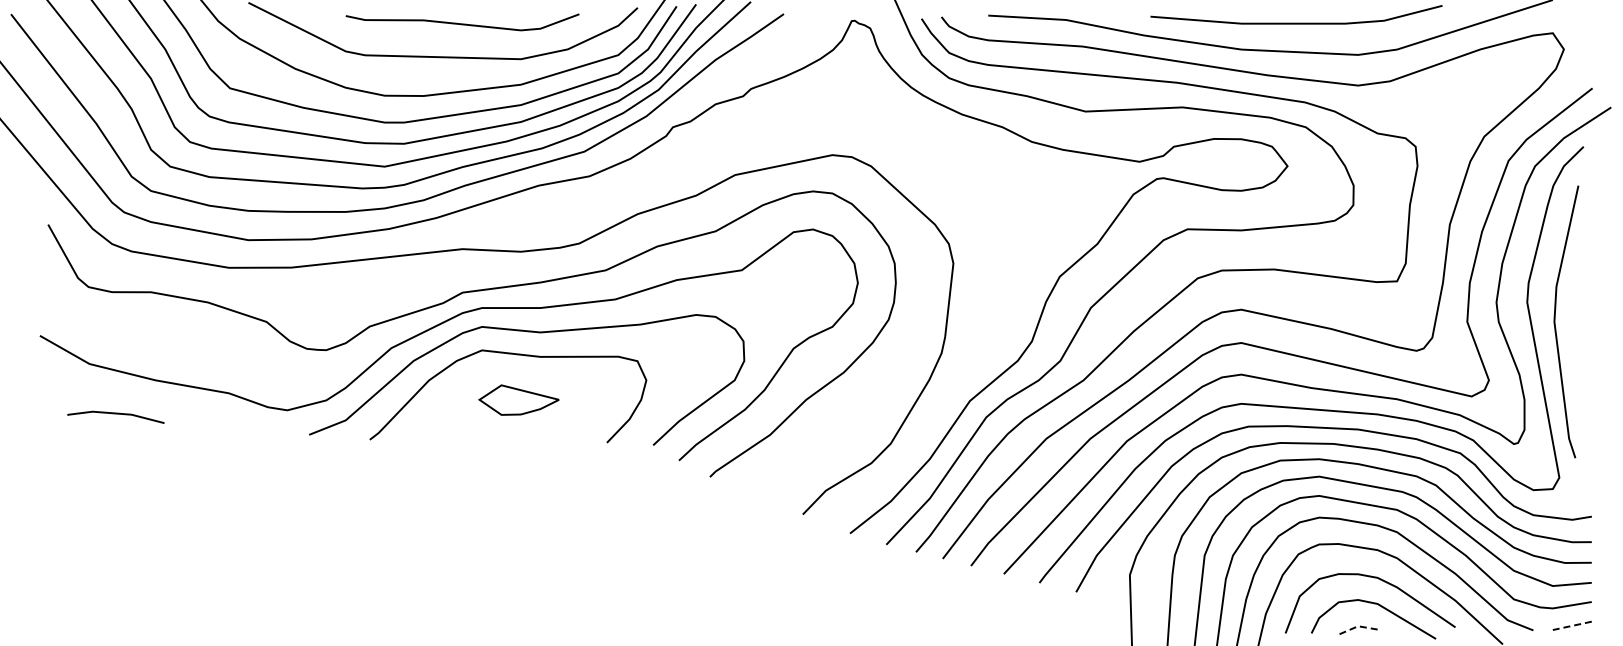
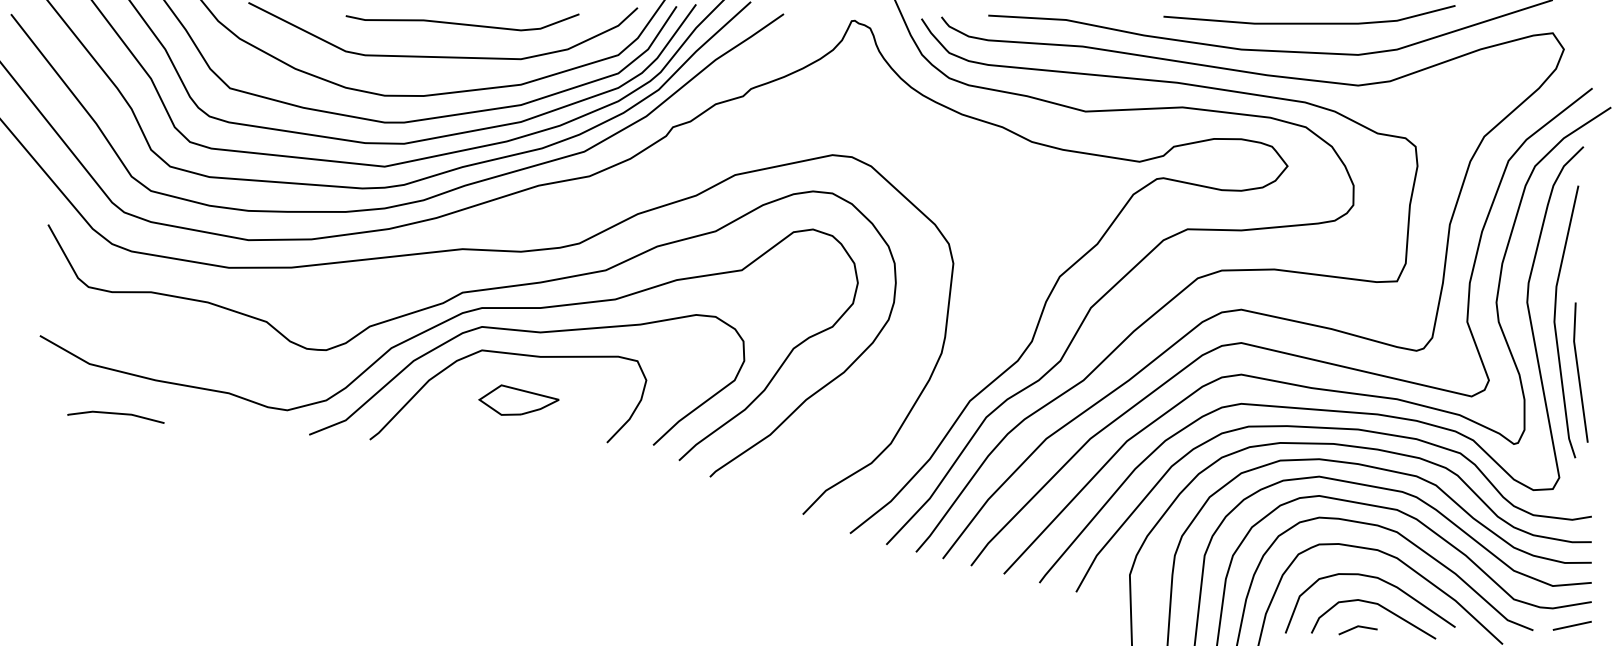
line at (1296, 22) position: (1296, 22) -> (1309, 22)
line at (1579, 372): none -> present
line at (1572, 625): dashed -> solid
line at (1357, 626): dashed -> solid
